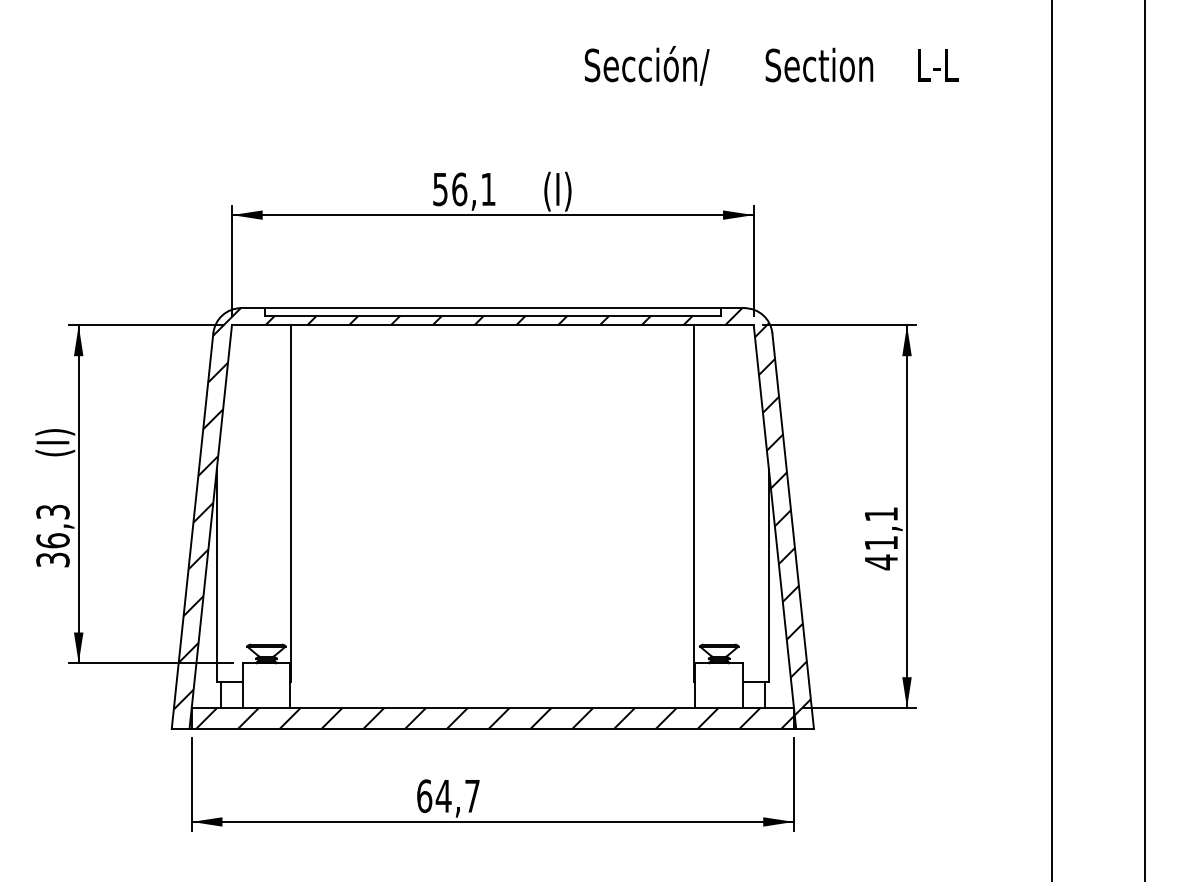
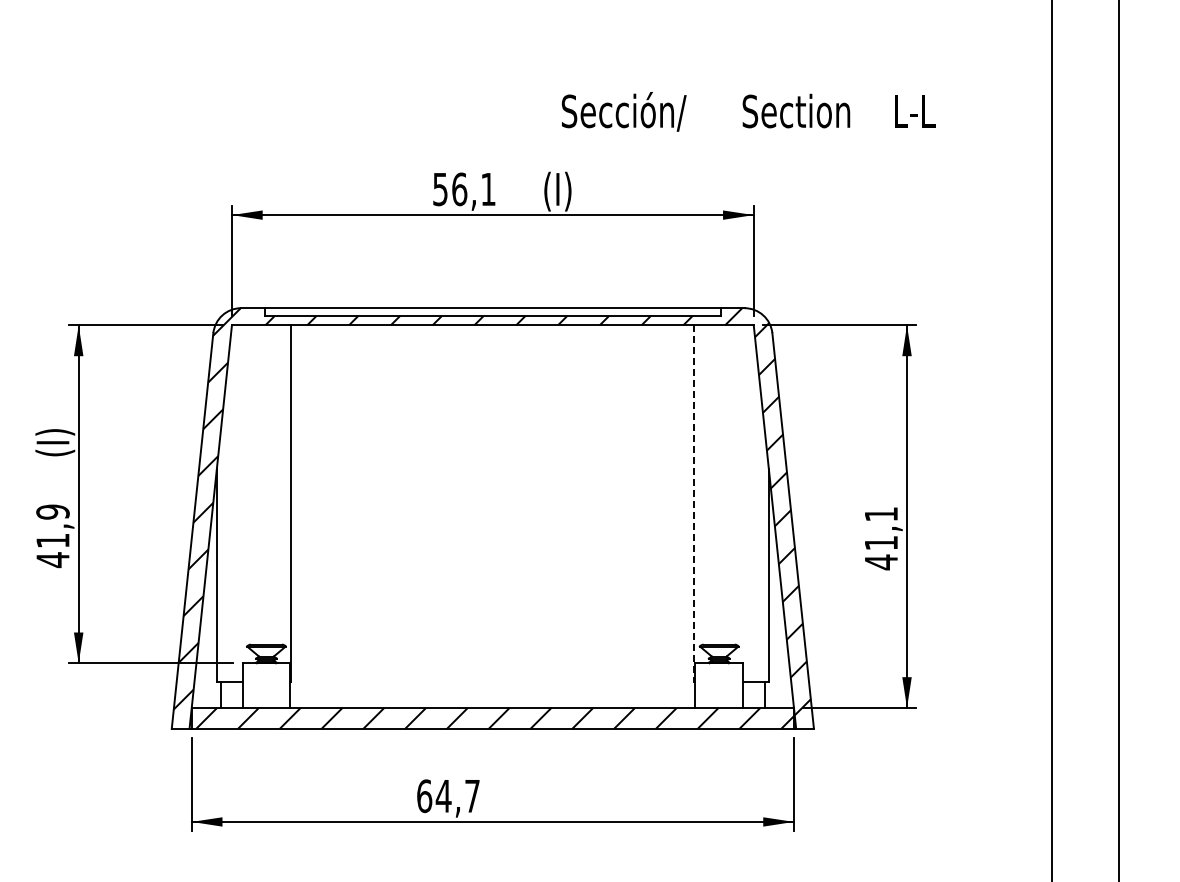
text at (771, 65) position: (771, 65) -> (748, 111)
line at (1144, 440) position: (1144, 440) -> (1118, 440)
line at (694, 504): solid -> dashed
text at (52, 536): 36,3 -> 41,9
